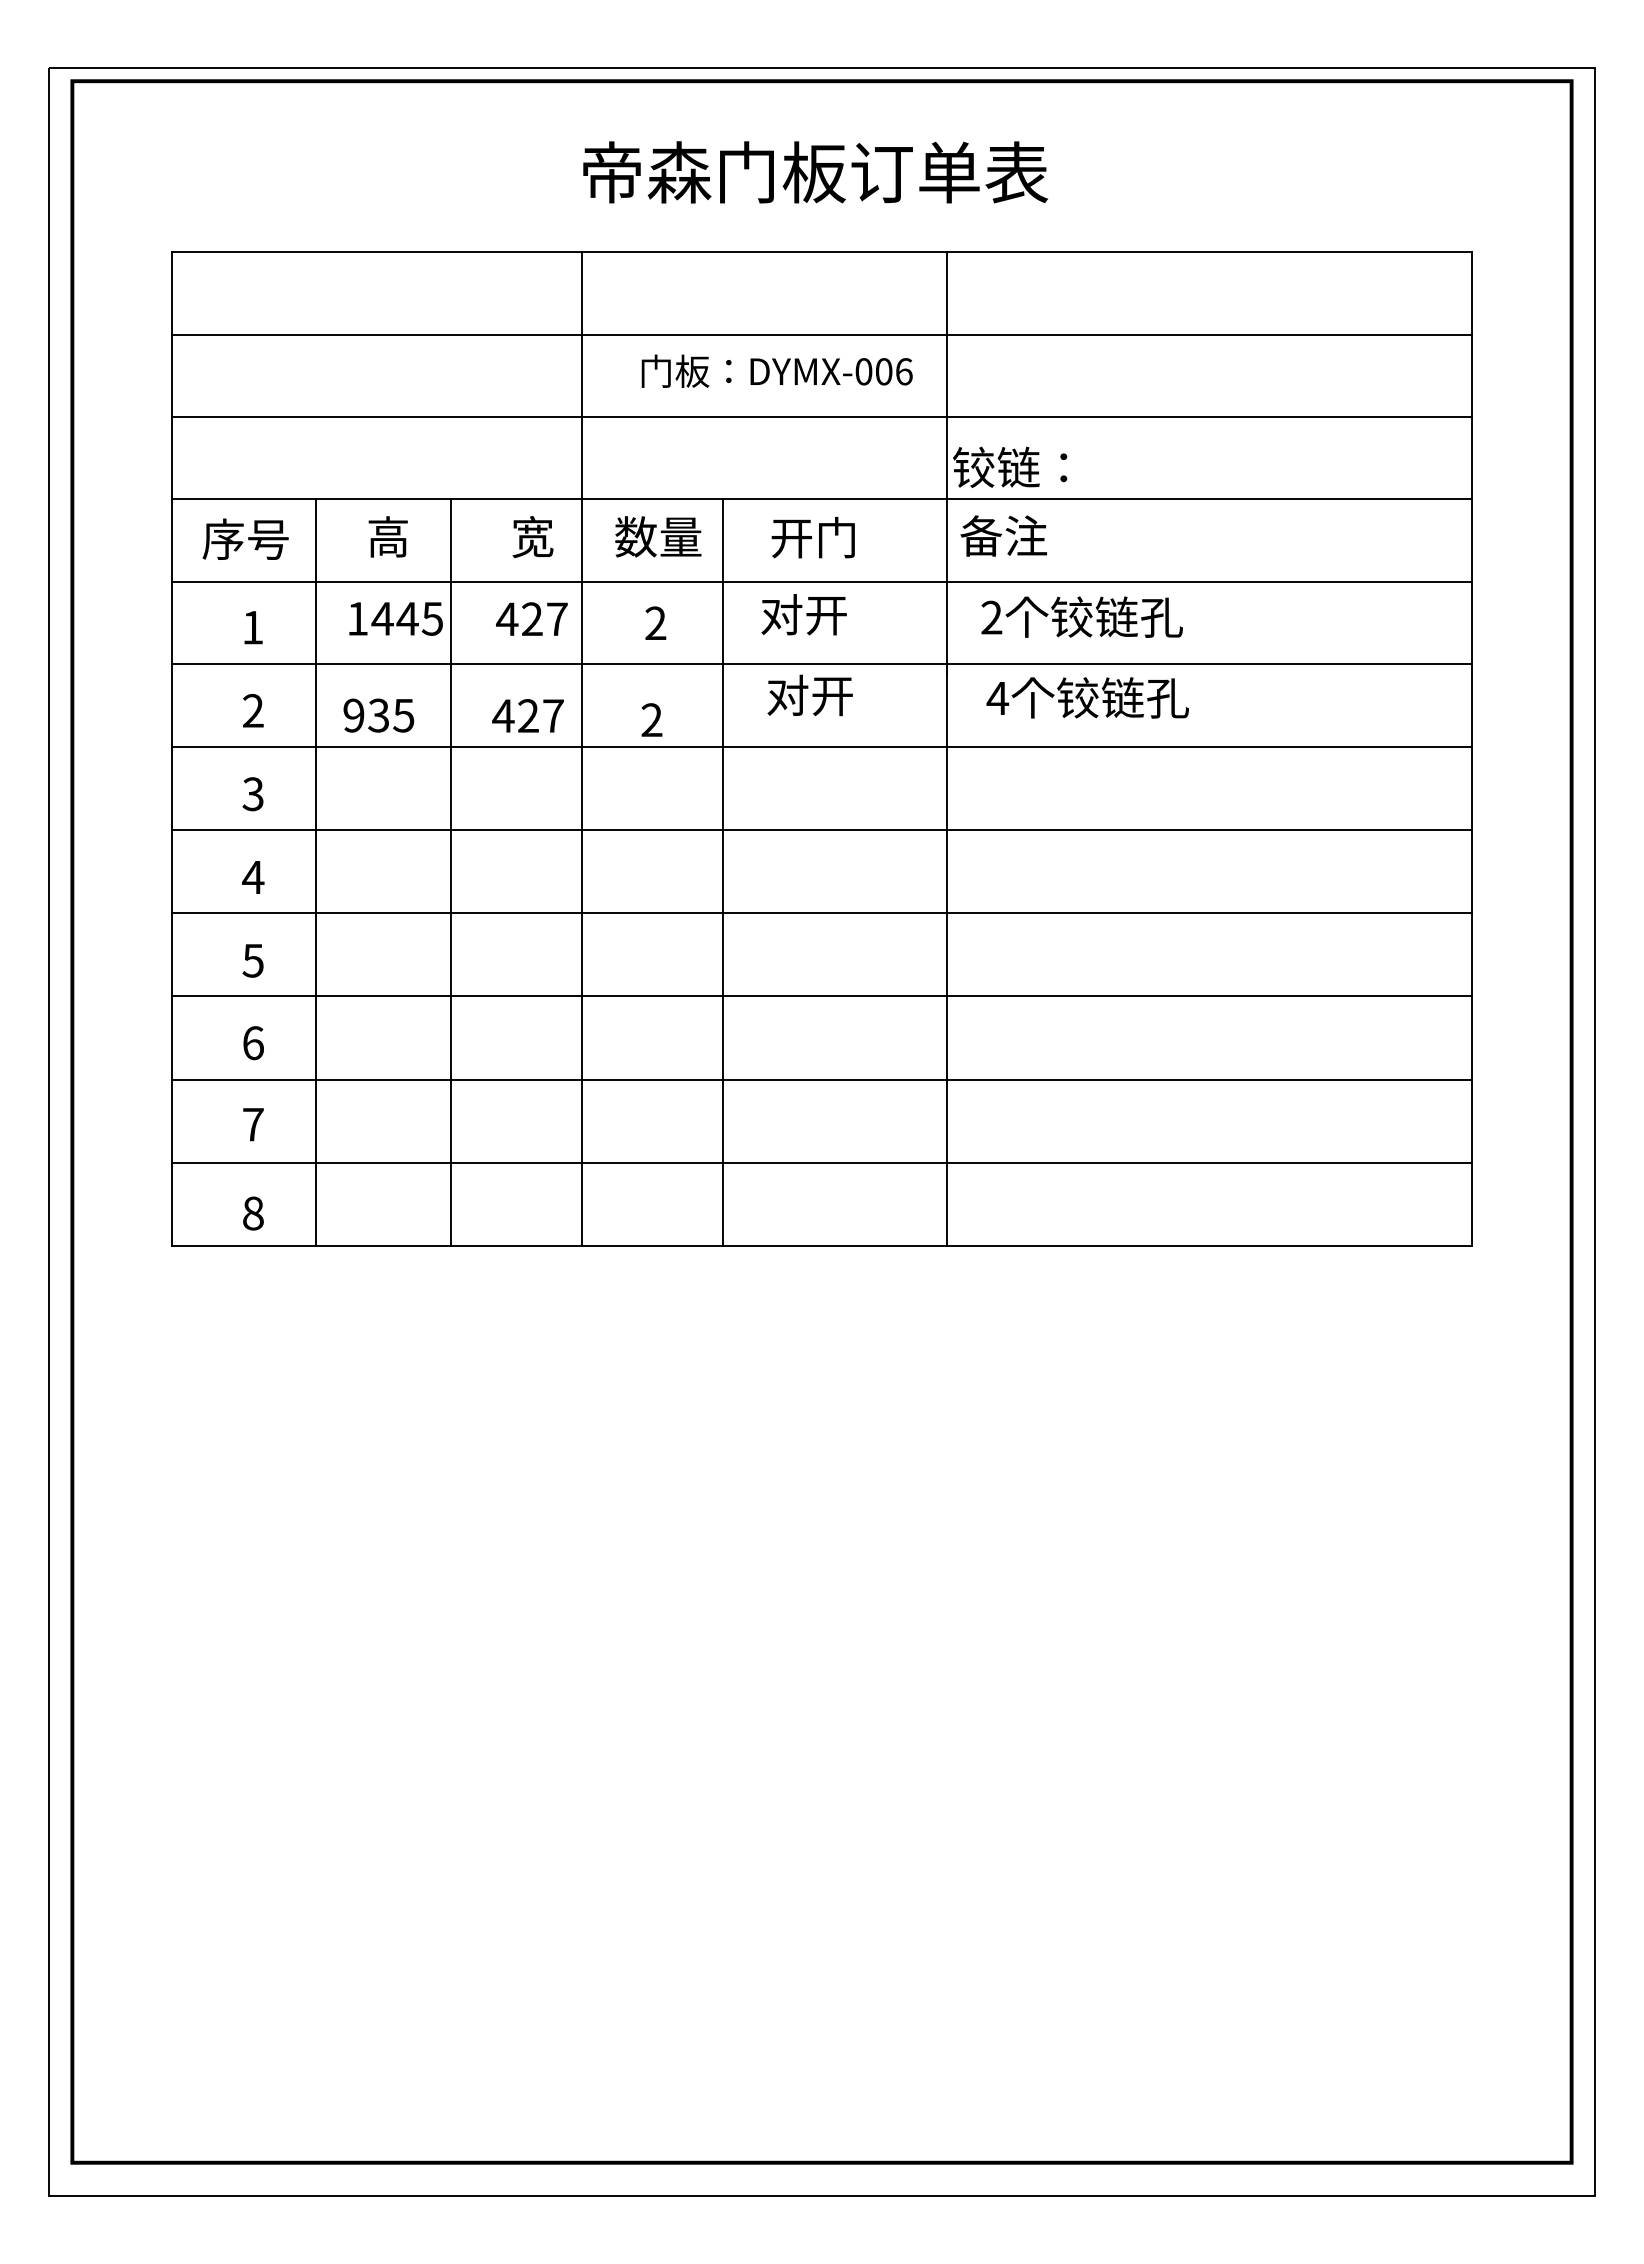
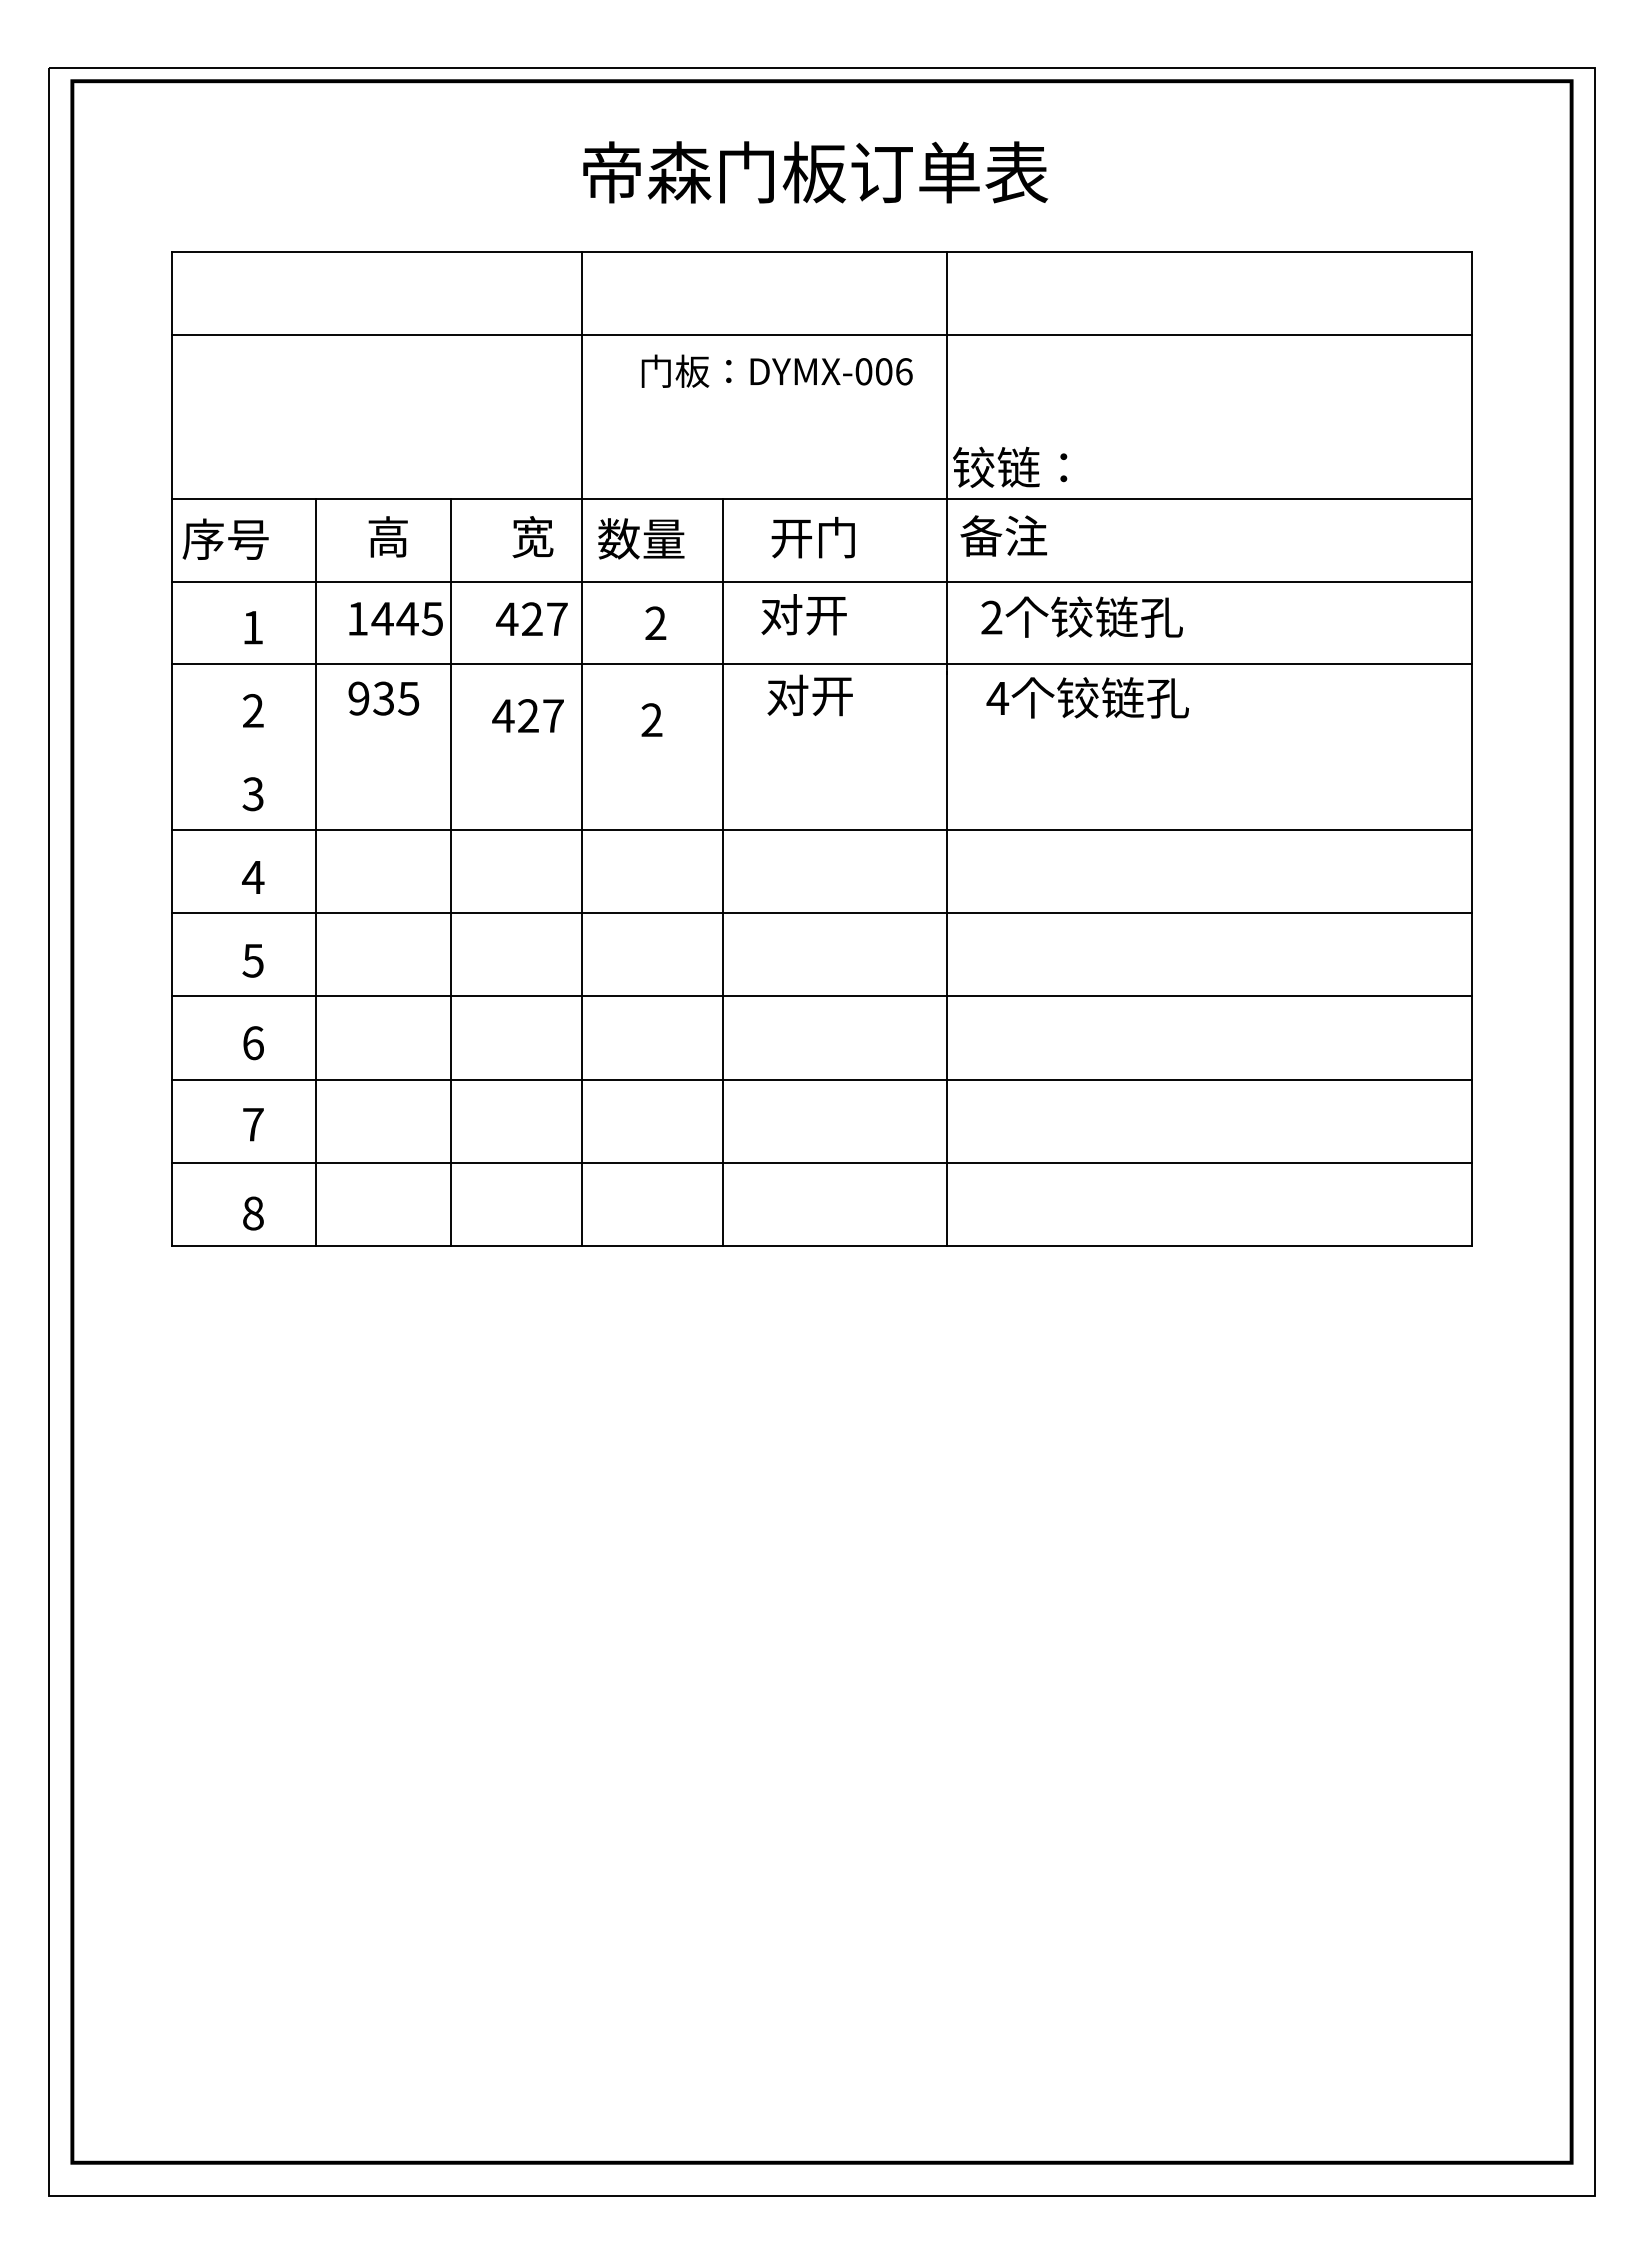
line at (821, 416): present -> none
text at (658, 536) position: (658, 536) -> (641, 538)
text at (245, 538) position: (245, 538) -> (225, 538)
text at (378, 715) position: (378, 715) -> (383, 698)
line at (821, 747): present -> none
